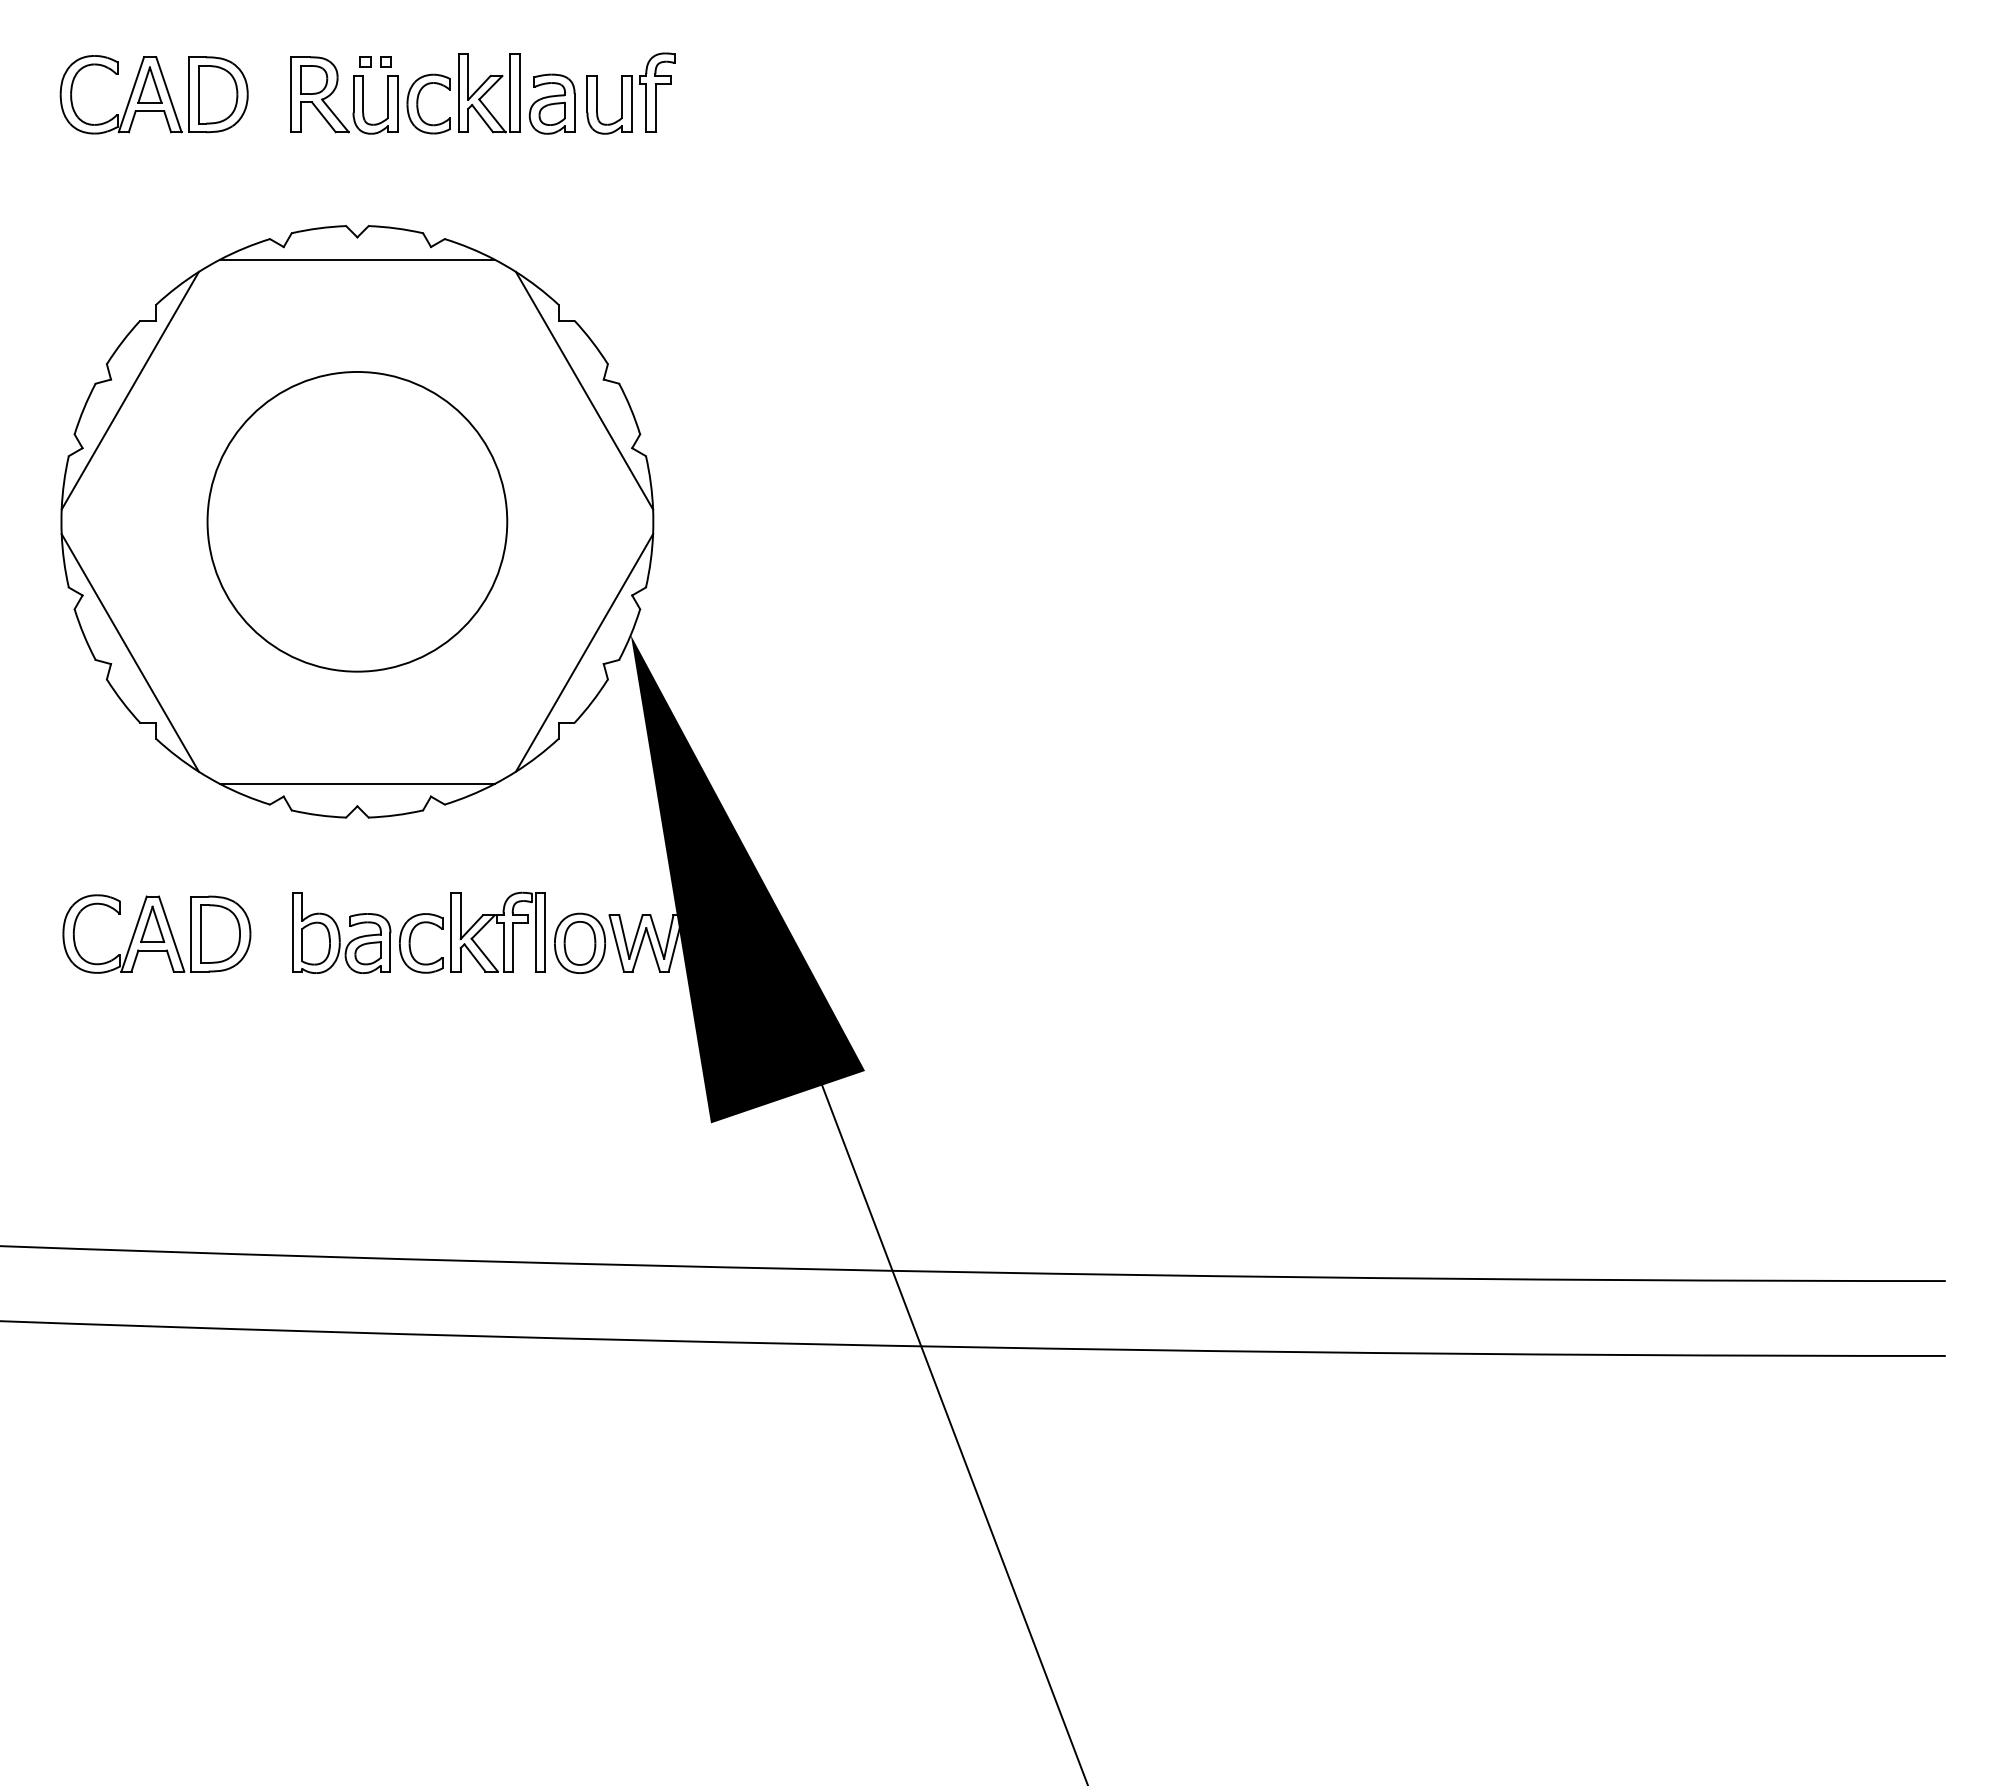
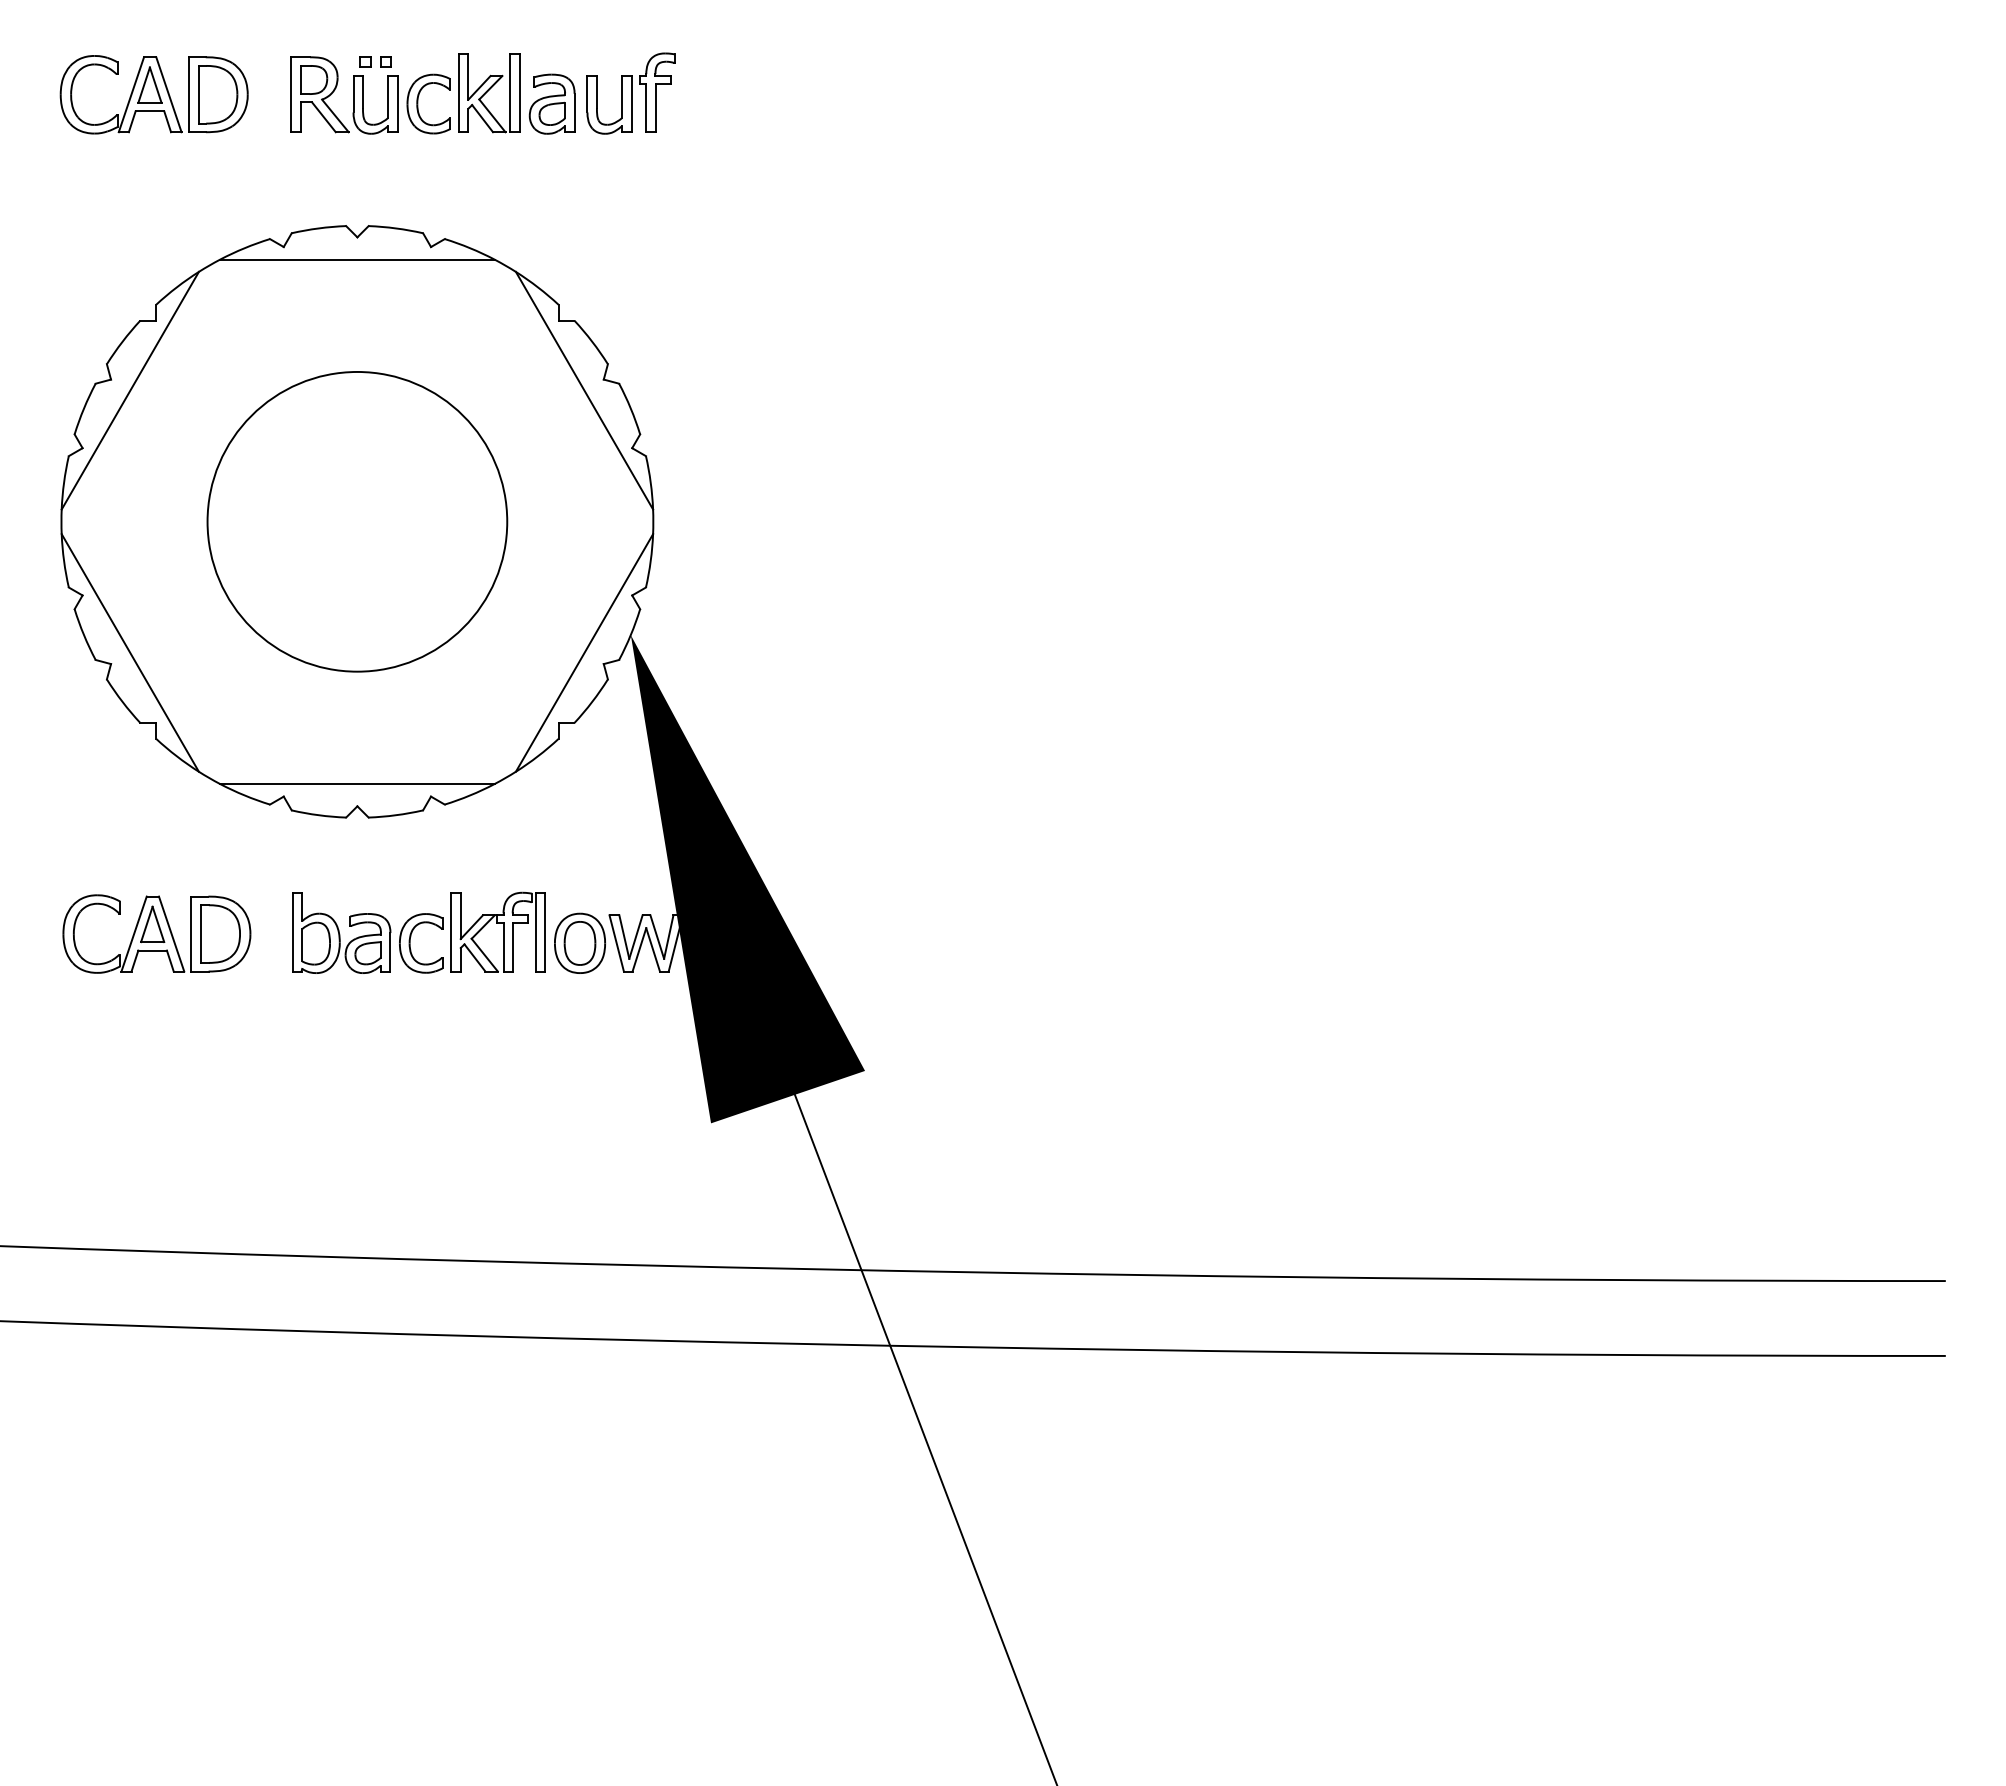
line at (953, 1433) position: (953, 1433) -> (925, 1438)
